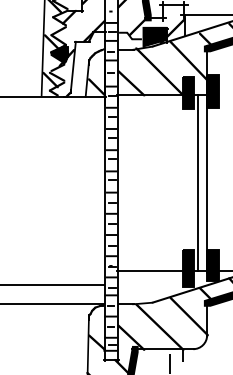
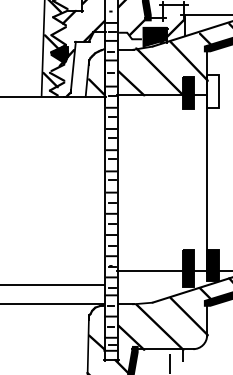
fill at (212, 91): present -> none
line at (198, 182): present -> none
